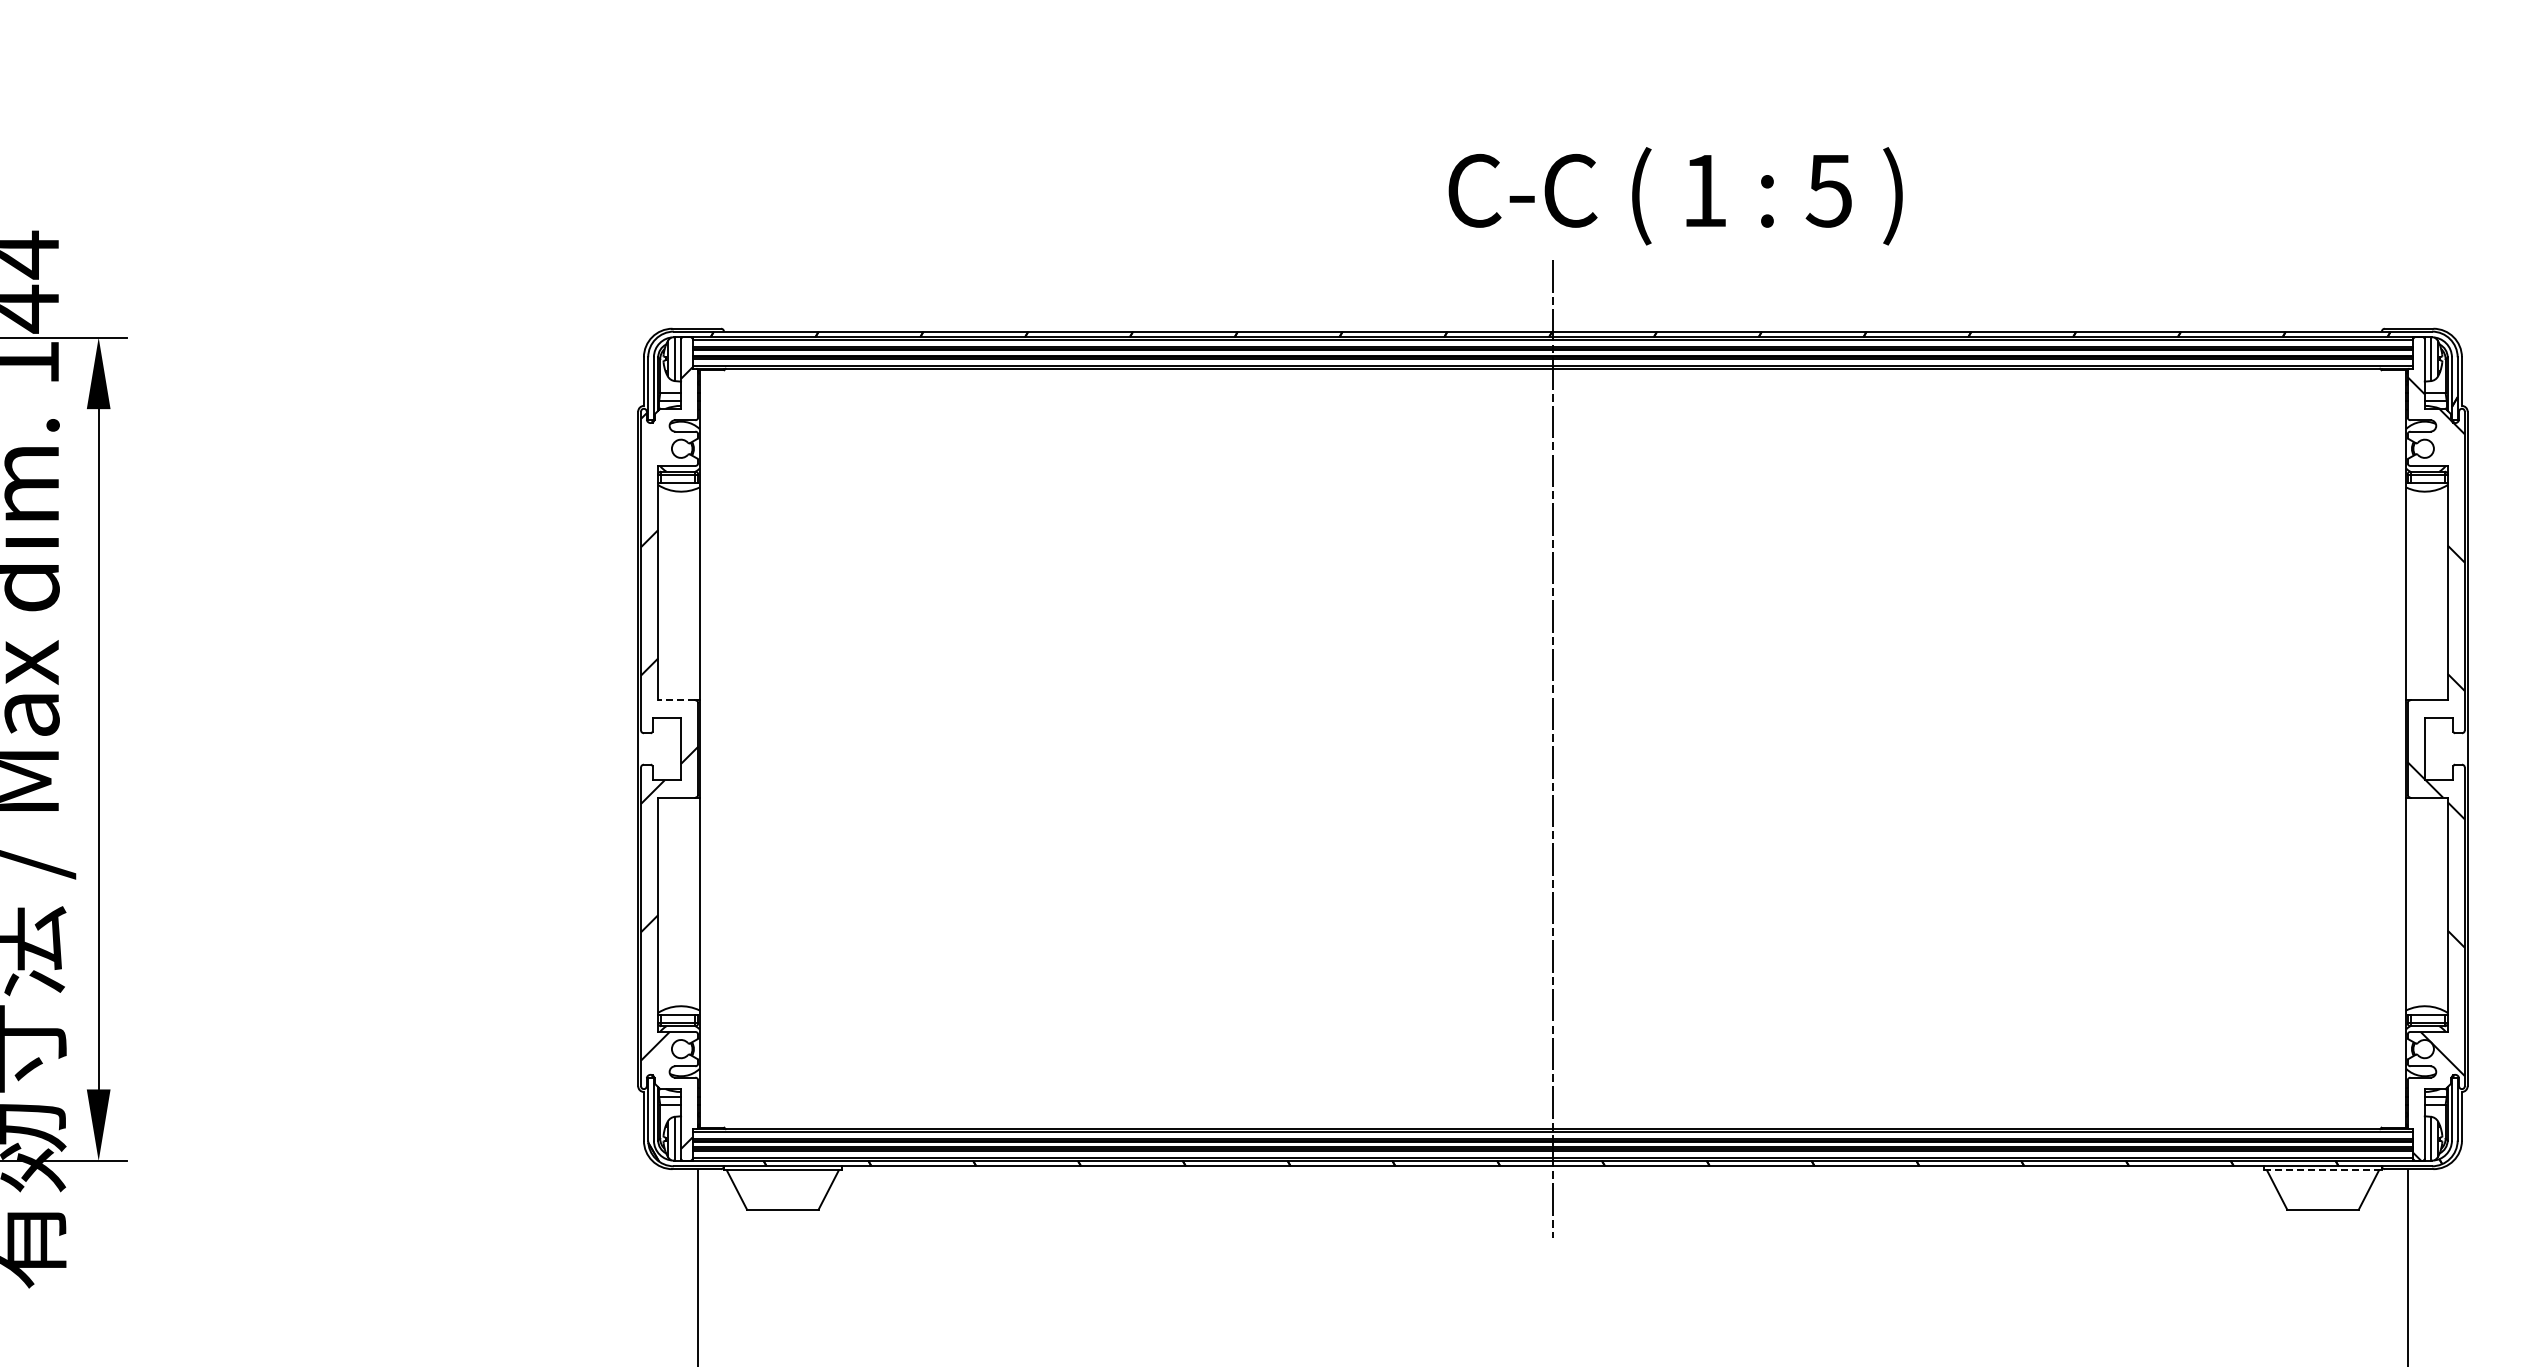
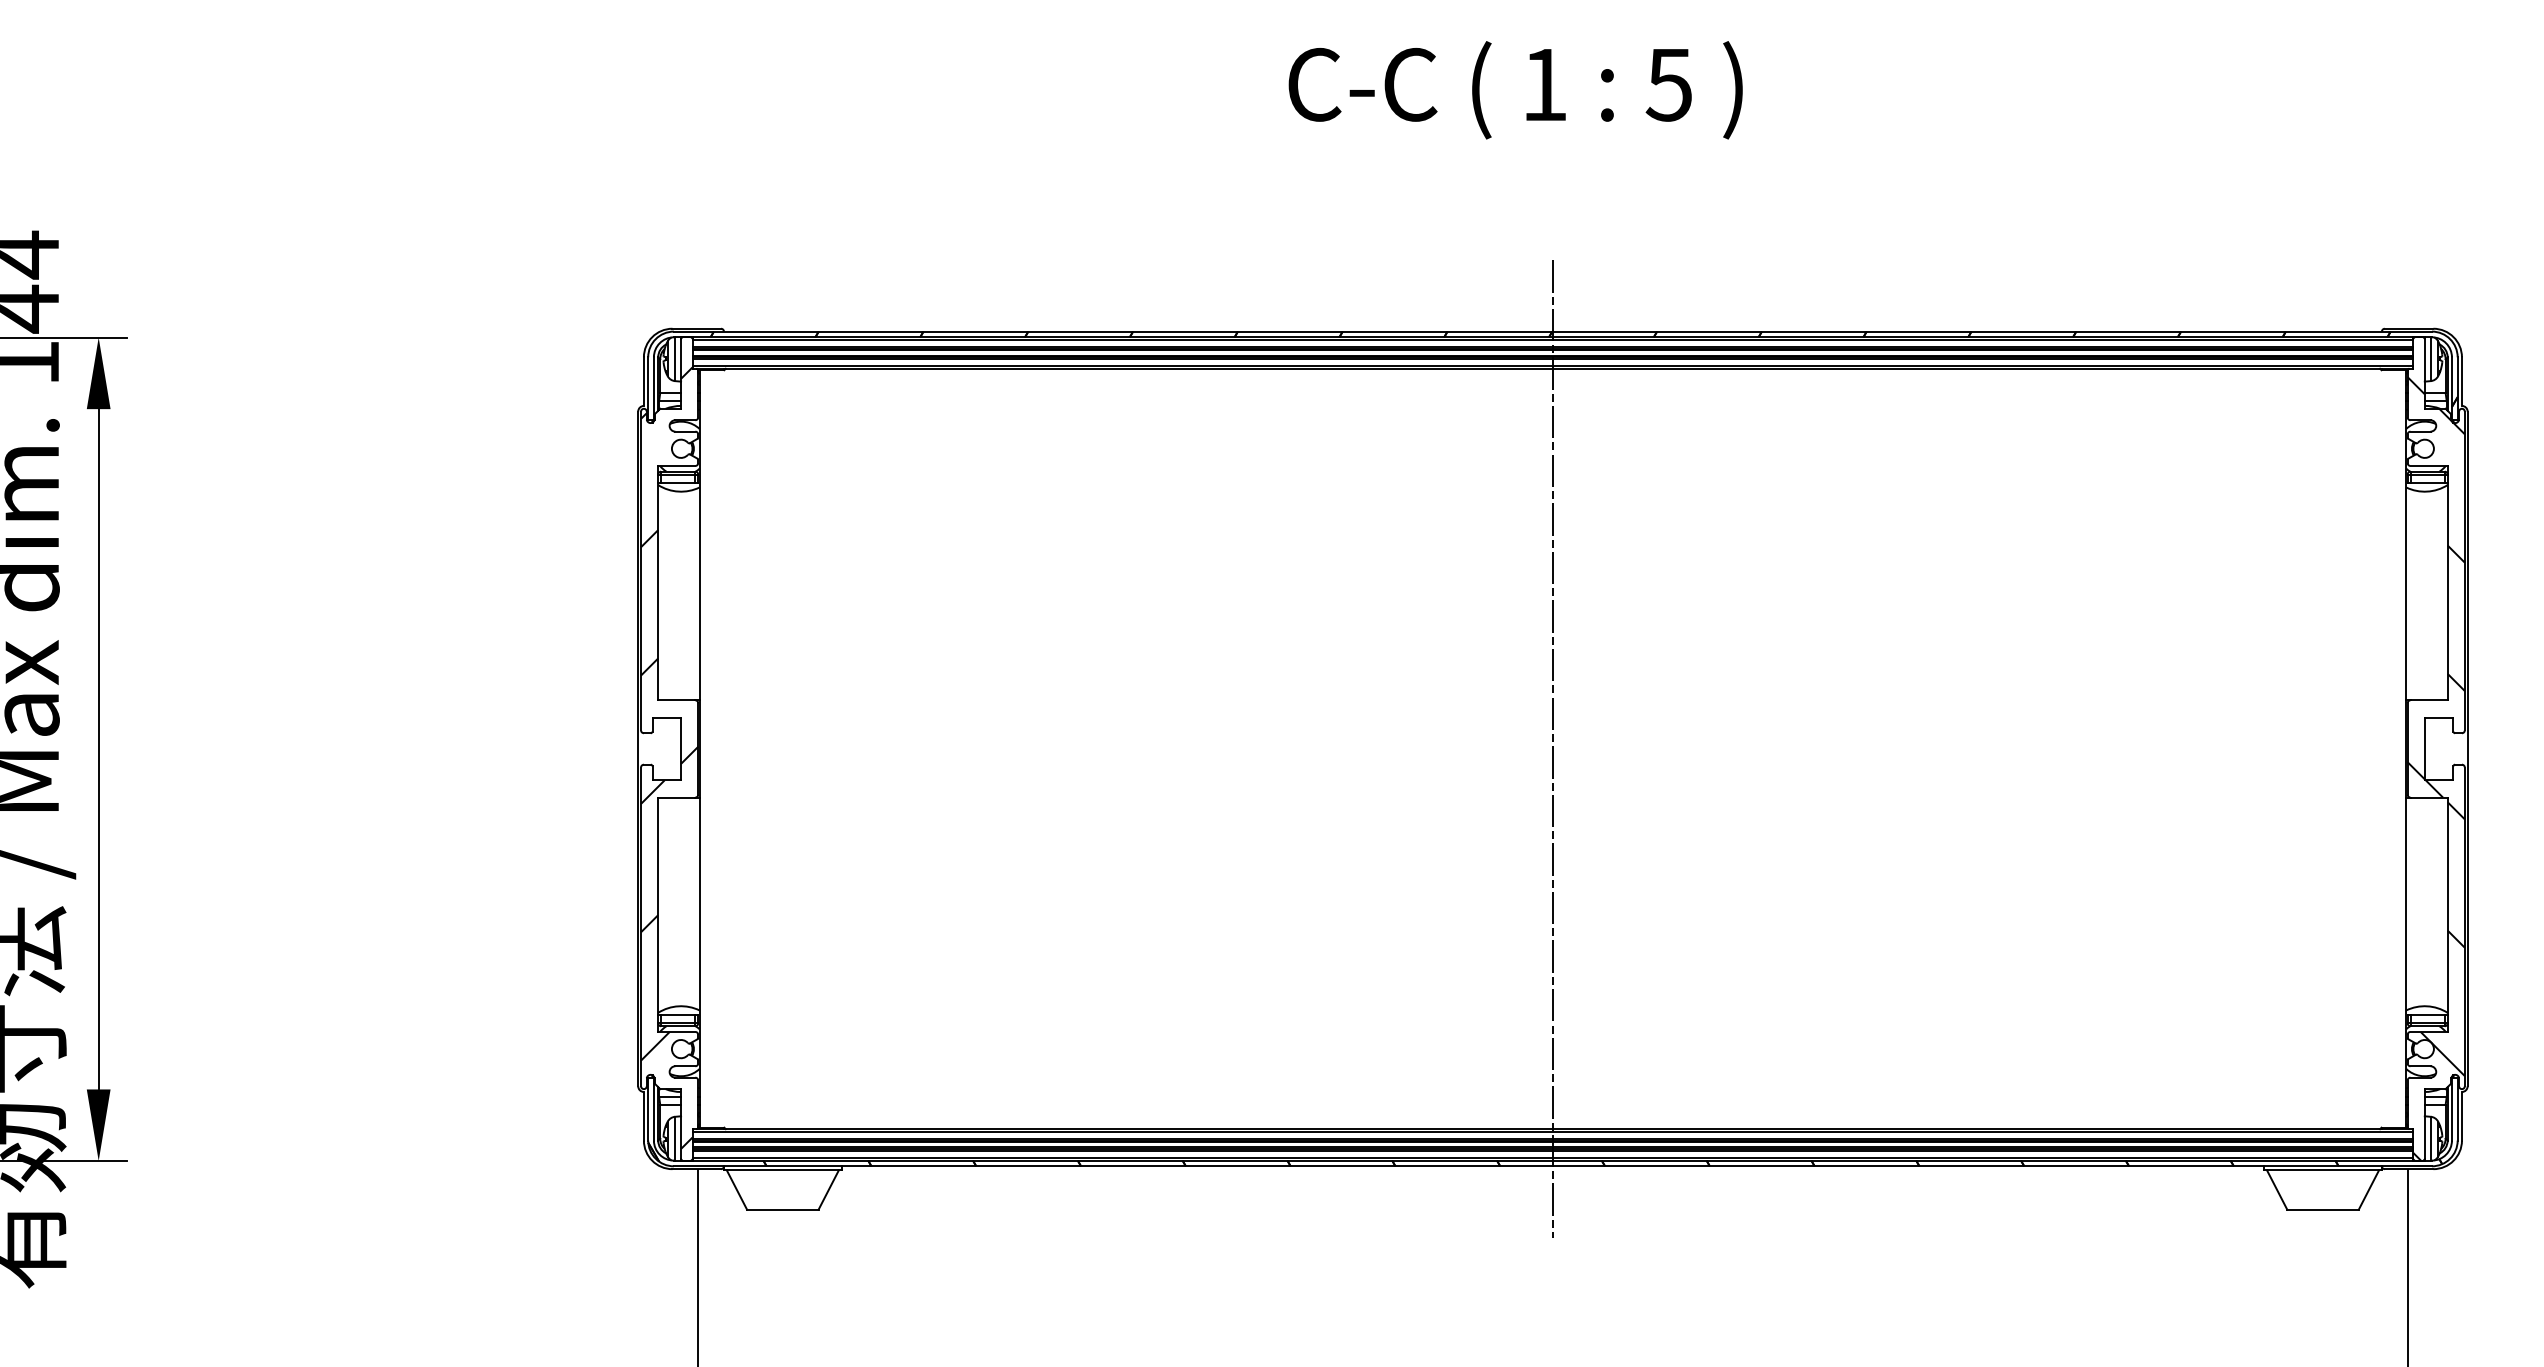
text at (1675, 196) position: (1675, 196) -> (1515, 90)
line at (676, 700): dashed -> solid
line at (2323, 1170): dashed -> solid
